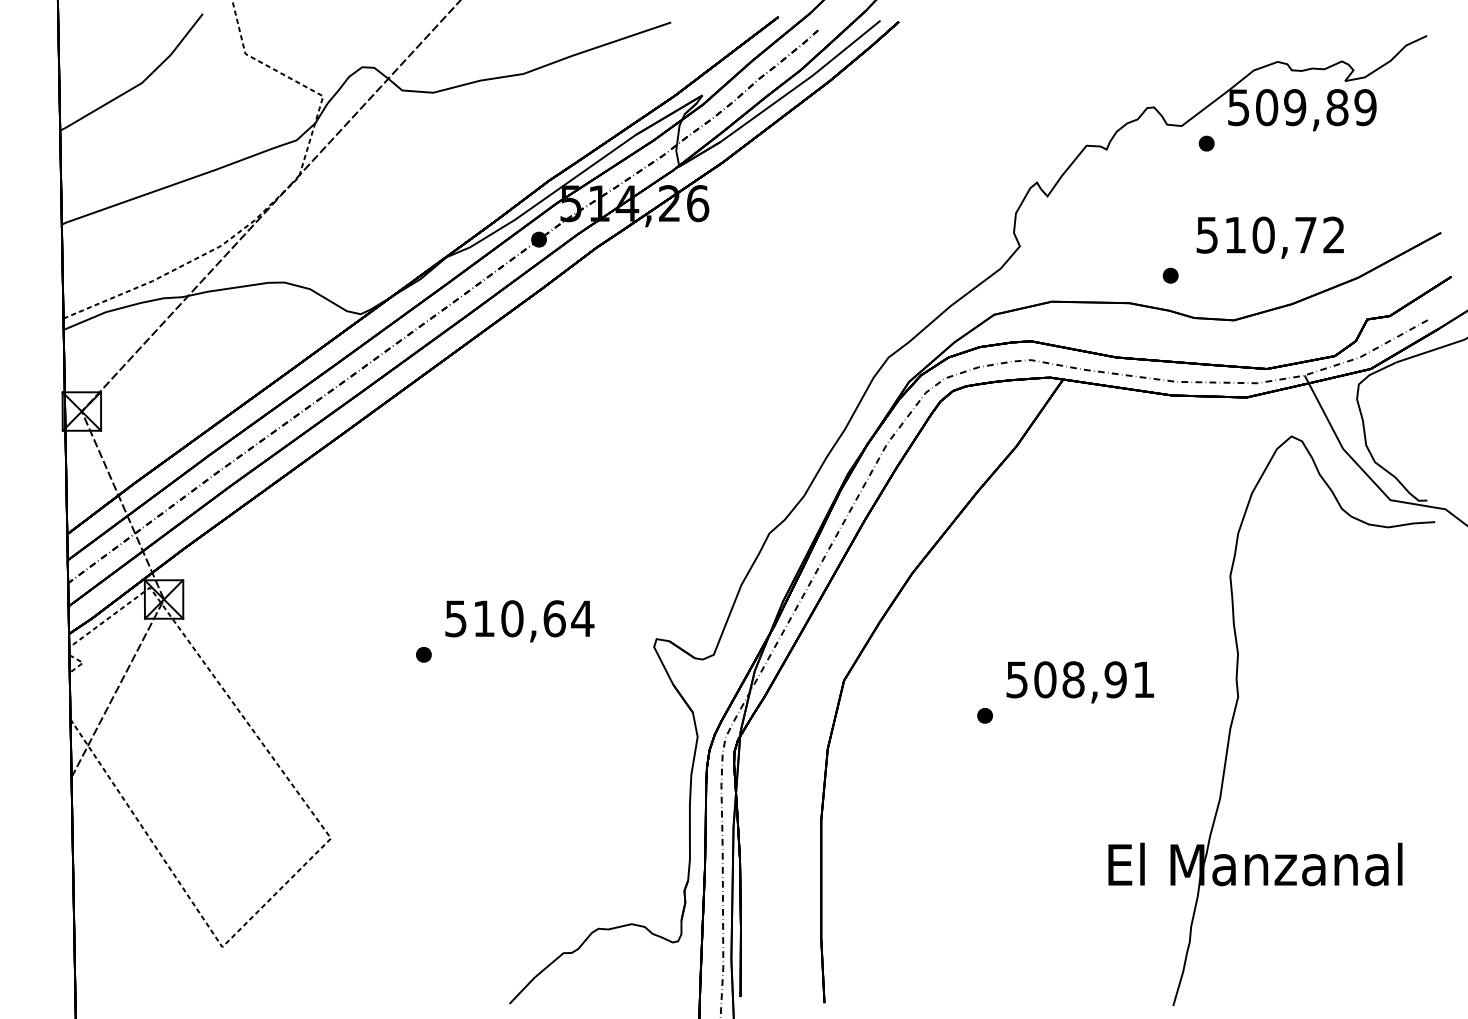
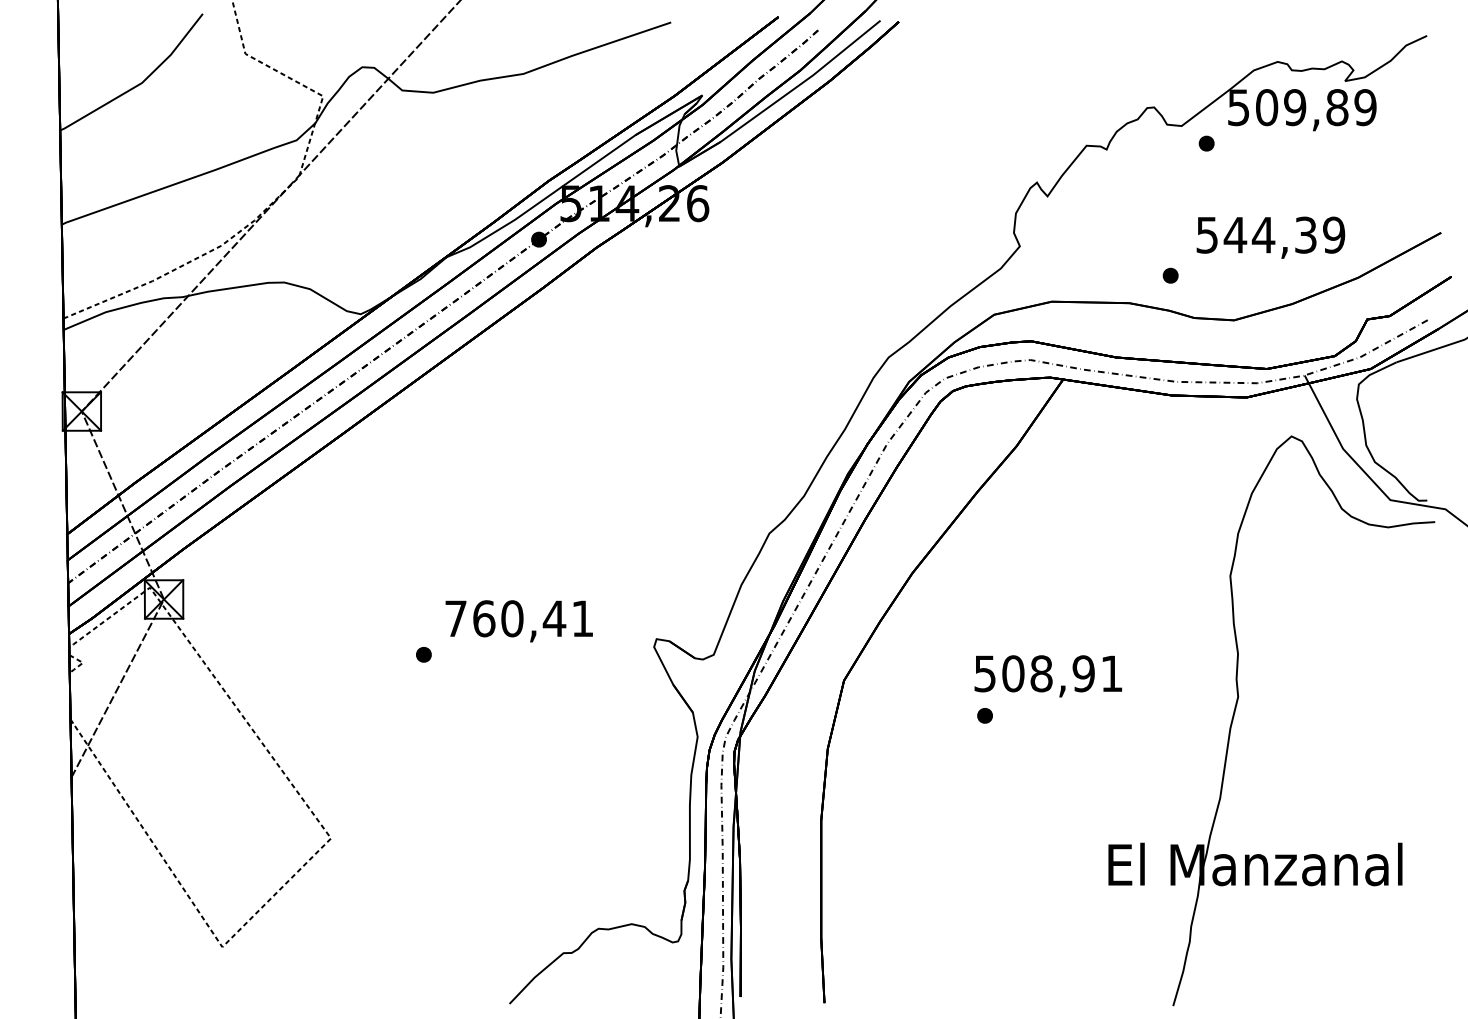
text at (1284, 234): 510,72 -> 544,39
text at (519, 618): 510,64 -> 760,41
text at (1079, 682) position: (1079, 682) -> (1047, 676)
